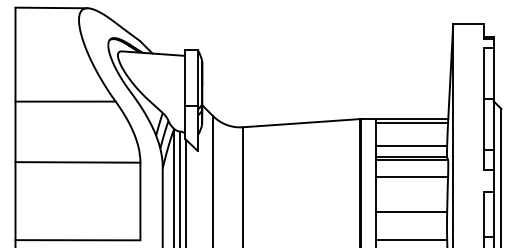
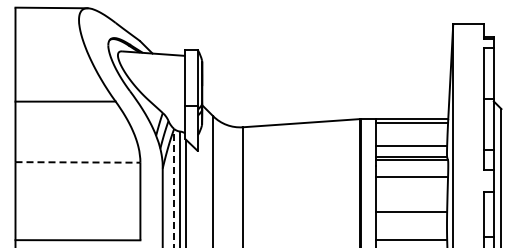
line at (78, 162): solid -> dashed
line at (174, 188): solid -> dashed
